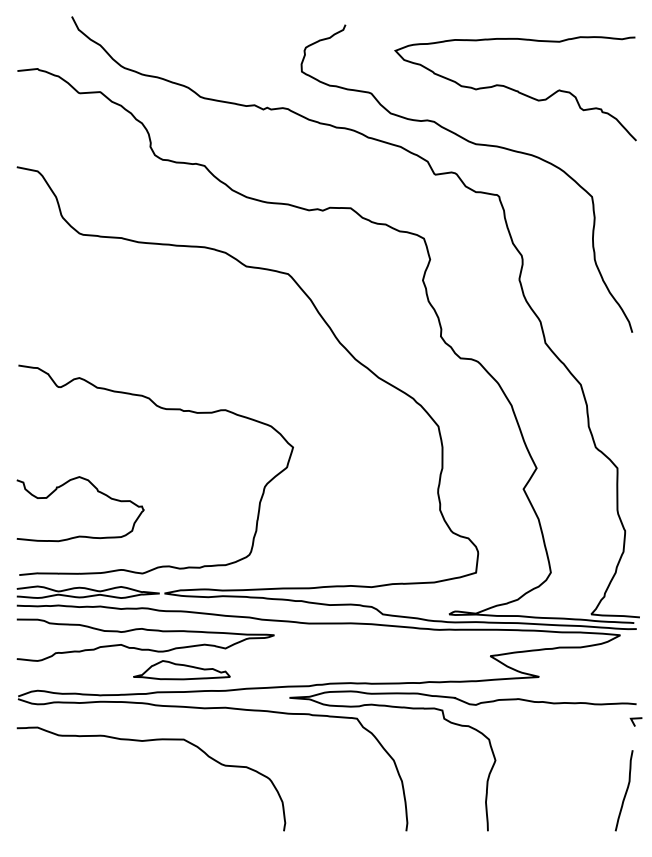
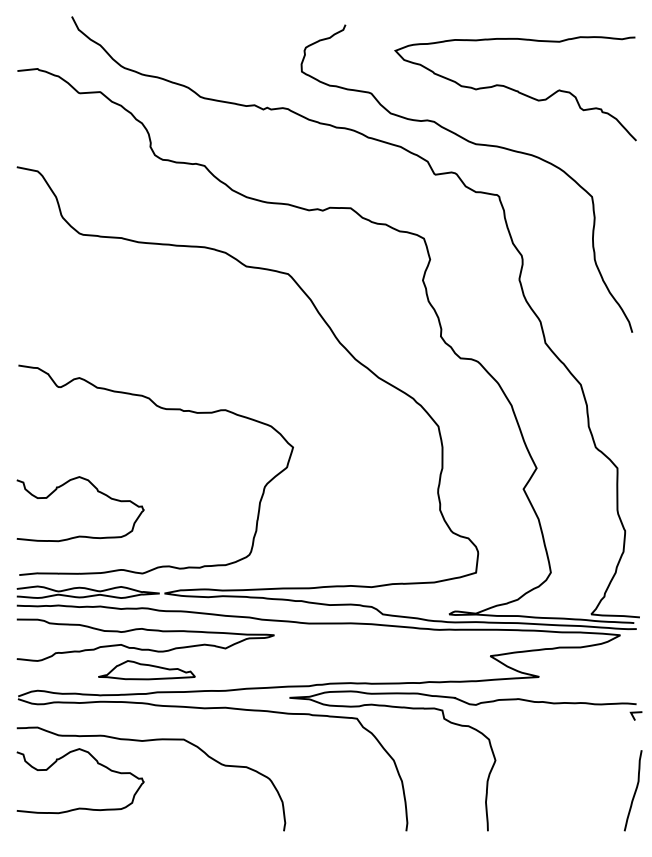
part at (181, 670) position: (181, 670) -> (146, 670)
line at (634, 722) position: (634, 722) -> (634, 716)
curve at (97, 763): none -> present
curve at (625, 791) position: (625, 791) -> (634, 791)
